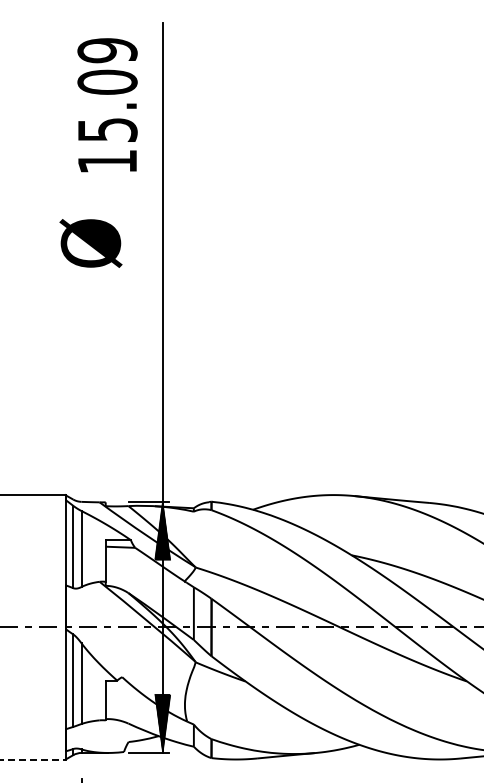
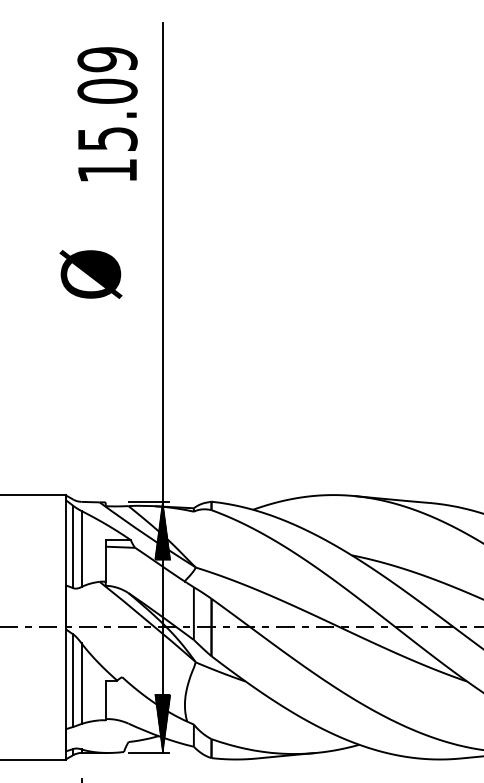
text at (107, 105) position: (107, 105) -> (107, 114)
text at (90, 243) position: (90, 243) -> (90, 274)
line at (33, 759): dashed -> solid
